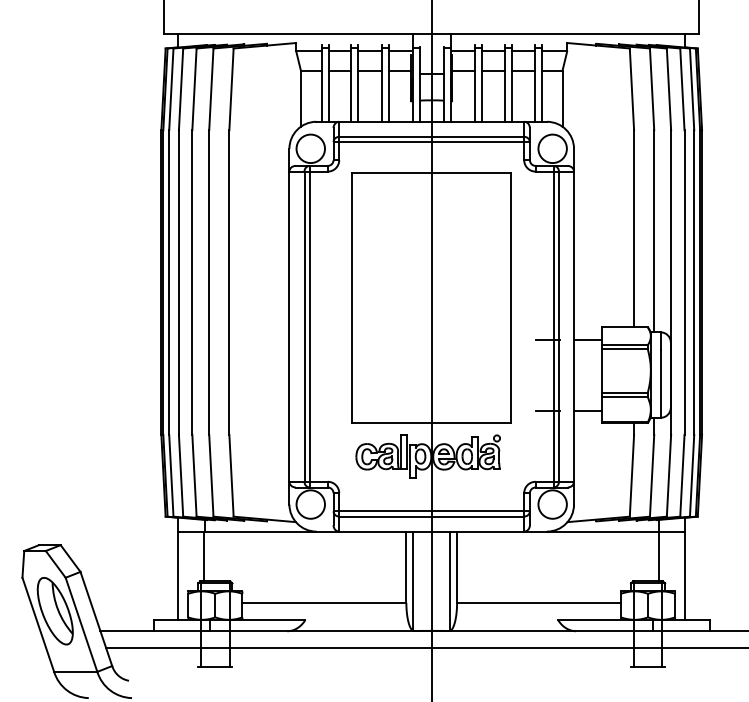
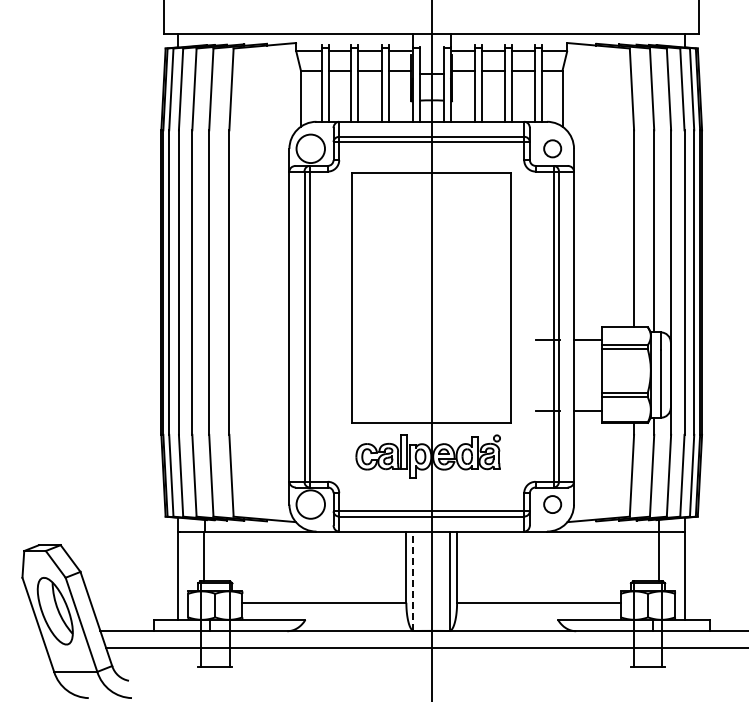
circle at (552, 148) diameter: 28 px -> 17 px
circle at (552, 504) diameter: 28 px -> 17 px
line at (413, 581): solid -> dashed
